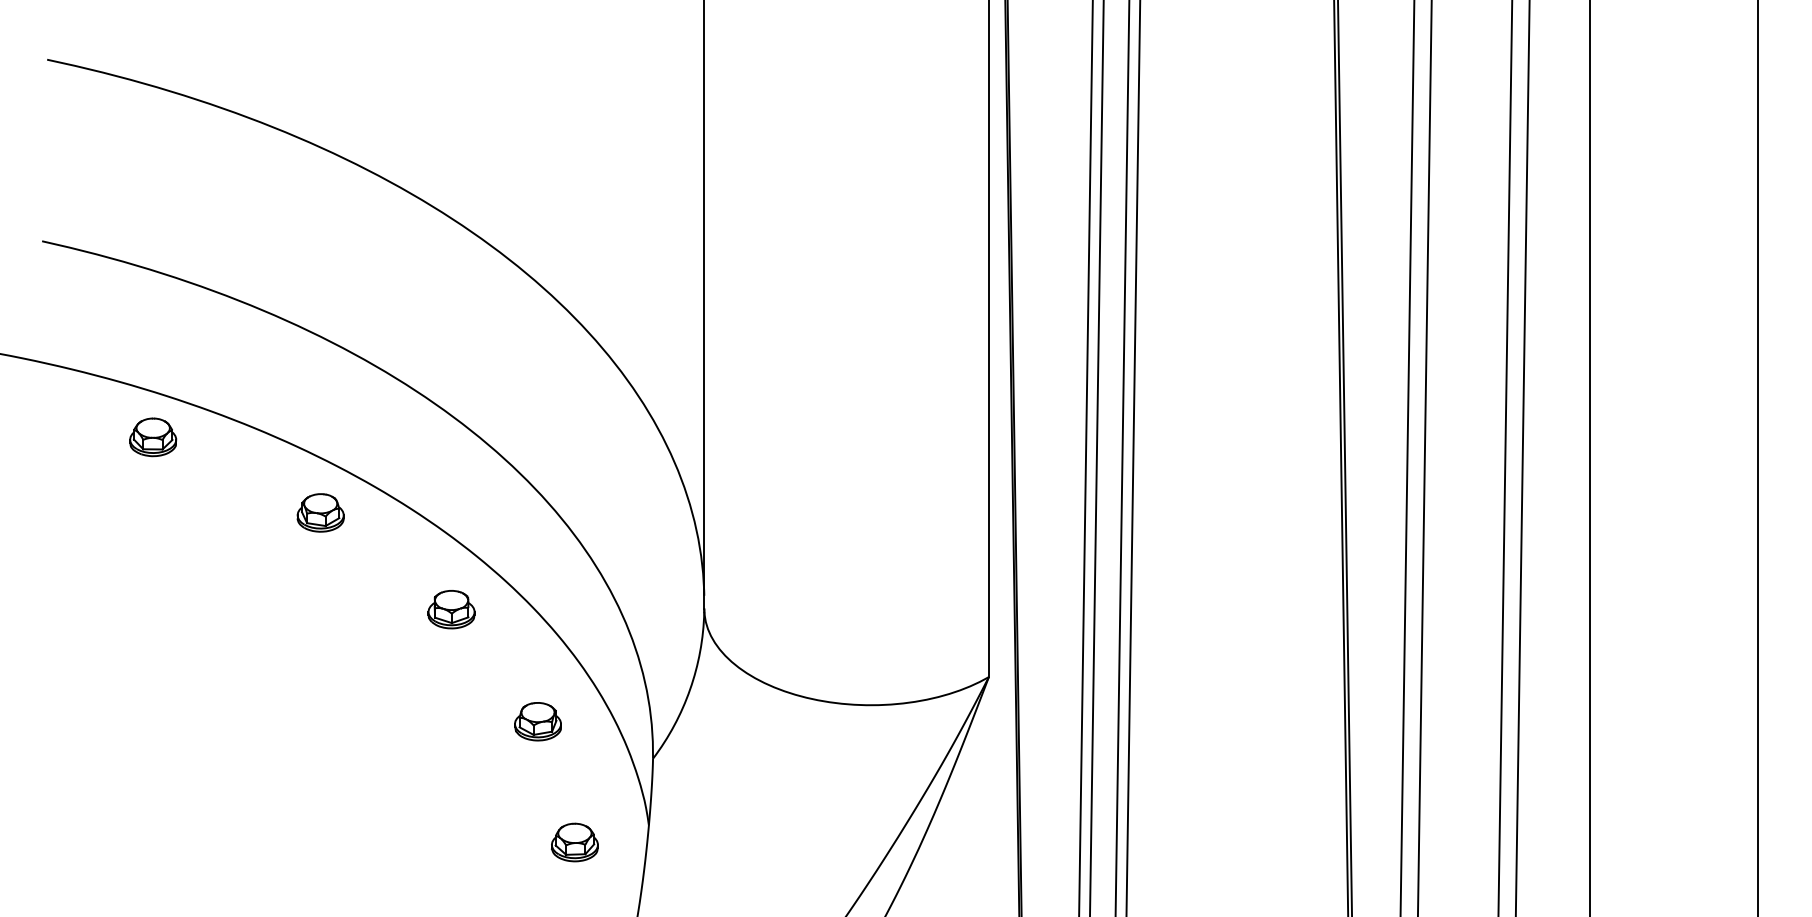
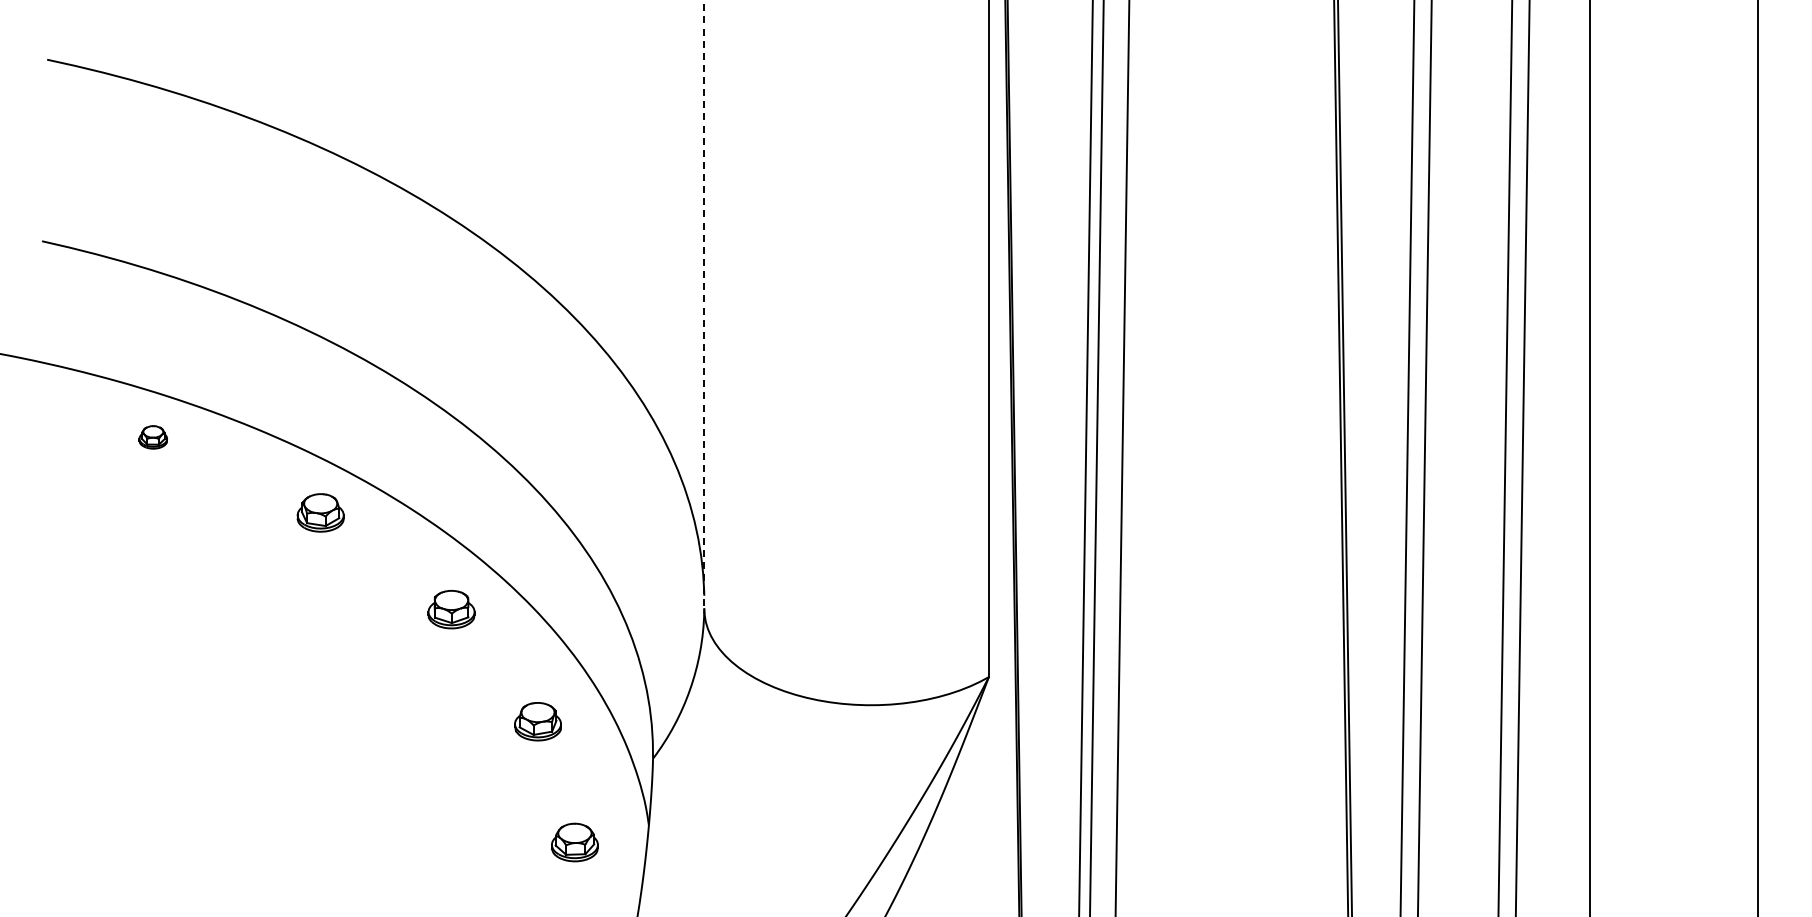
line at (704, 305): solid -> dashed
part at (153, 437) size: 49x41 px -> 30x25 px
line at (1133, 457): present -> none
